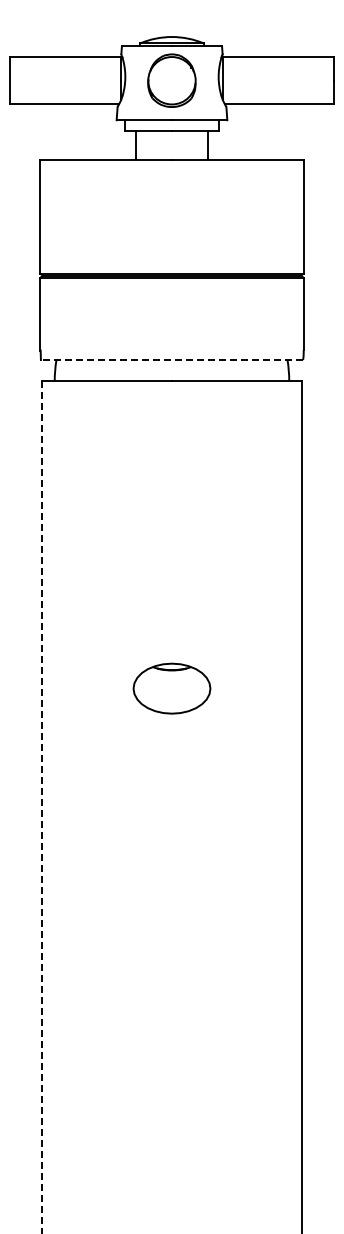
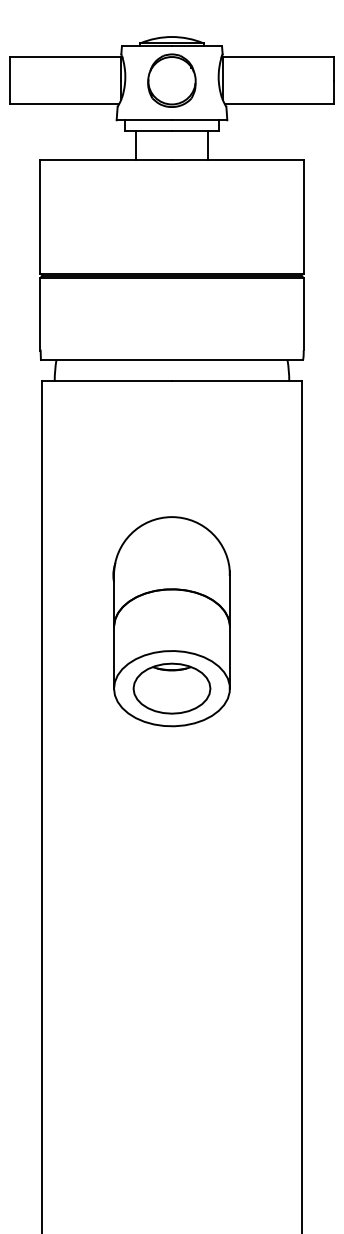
line at (171, 360): dashed -> solid
part at (171, 621): none -> present
line at (41, 807): dashed -> solid
